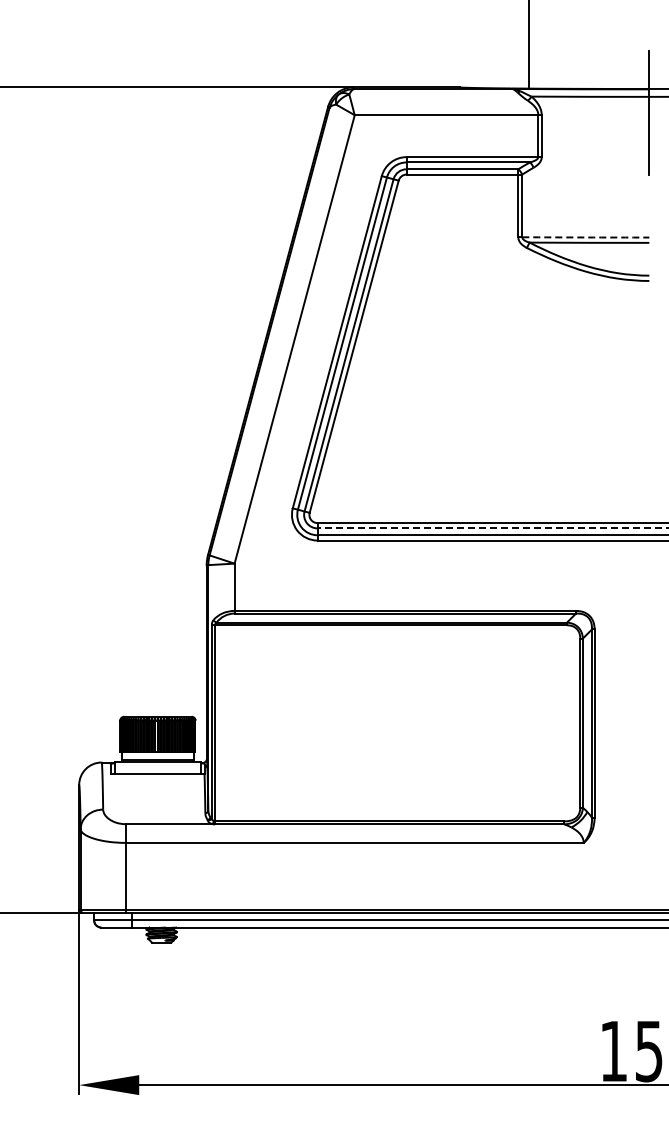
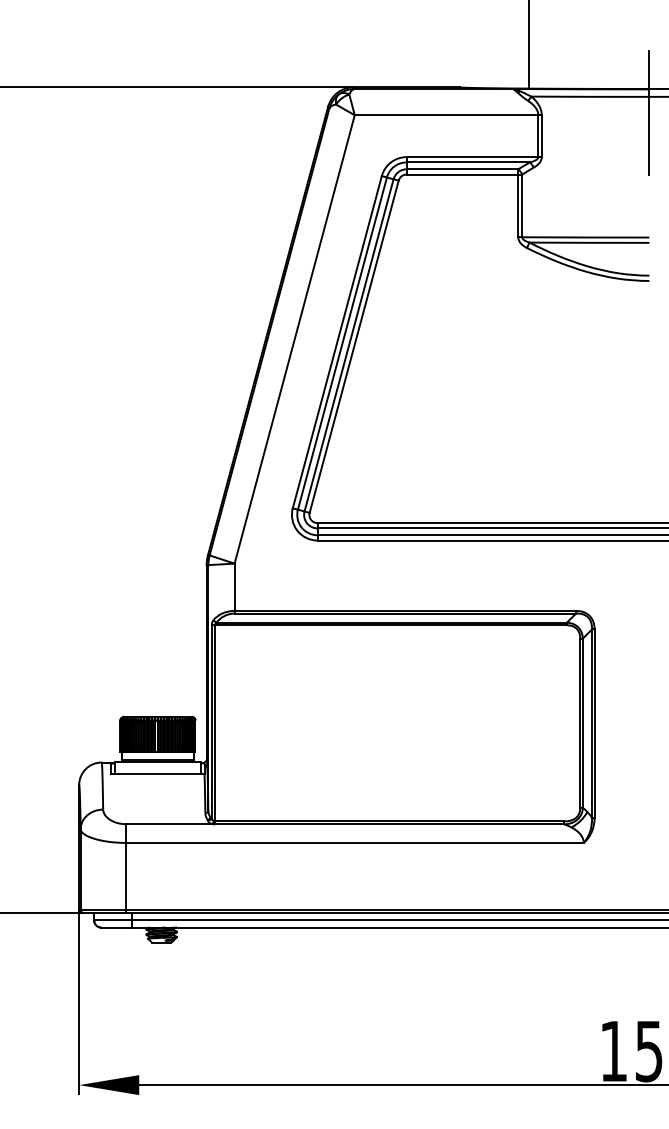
arc at (585, 237): dashed -> solid
line at (492, 528): dashed -> solid
